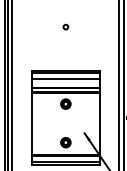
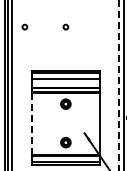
circle at (24, 26): none -> present
line at (119, 84): solid -> dashed
line at (32, 124): solid -> dashed
